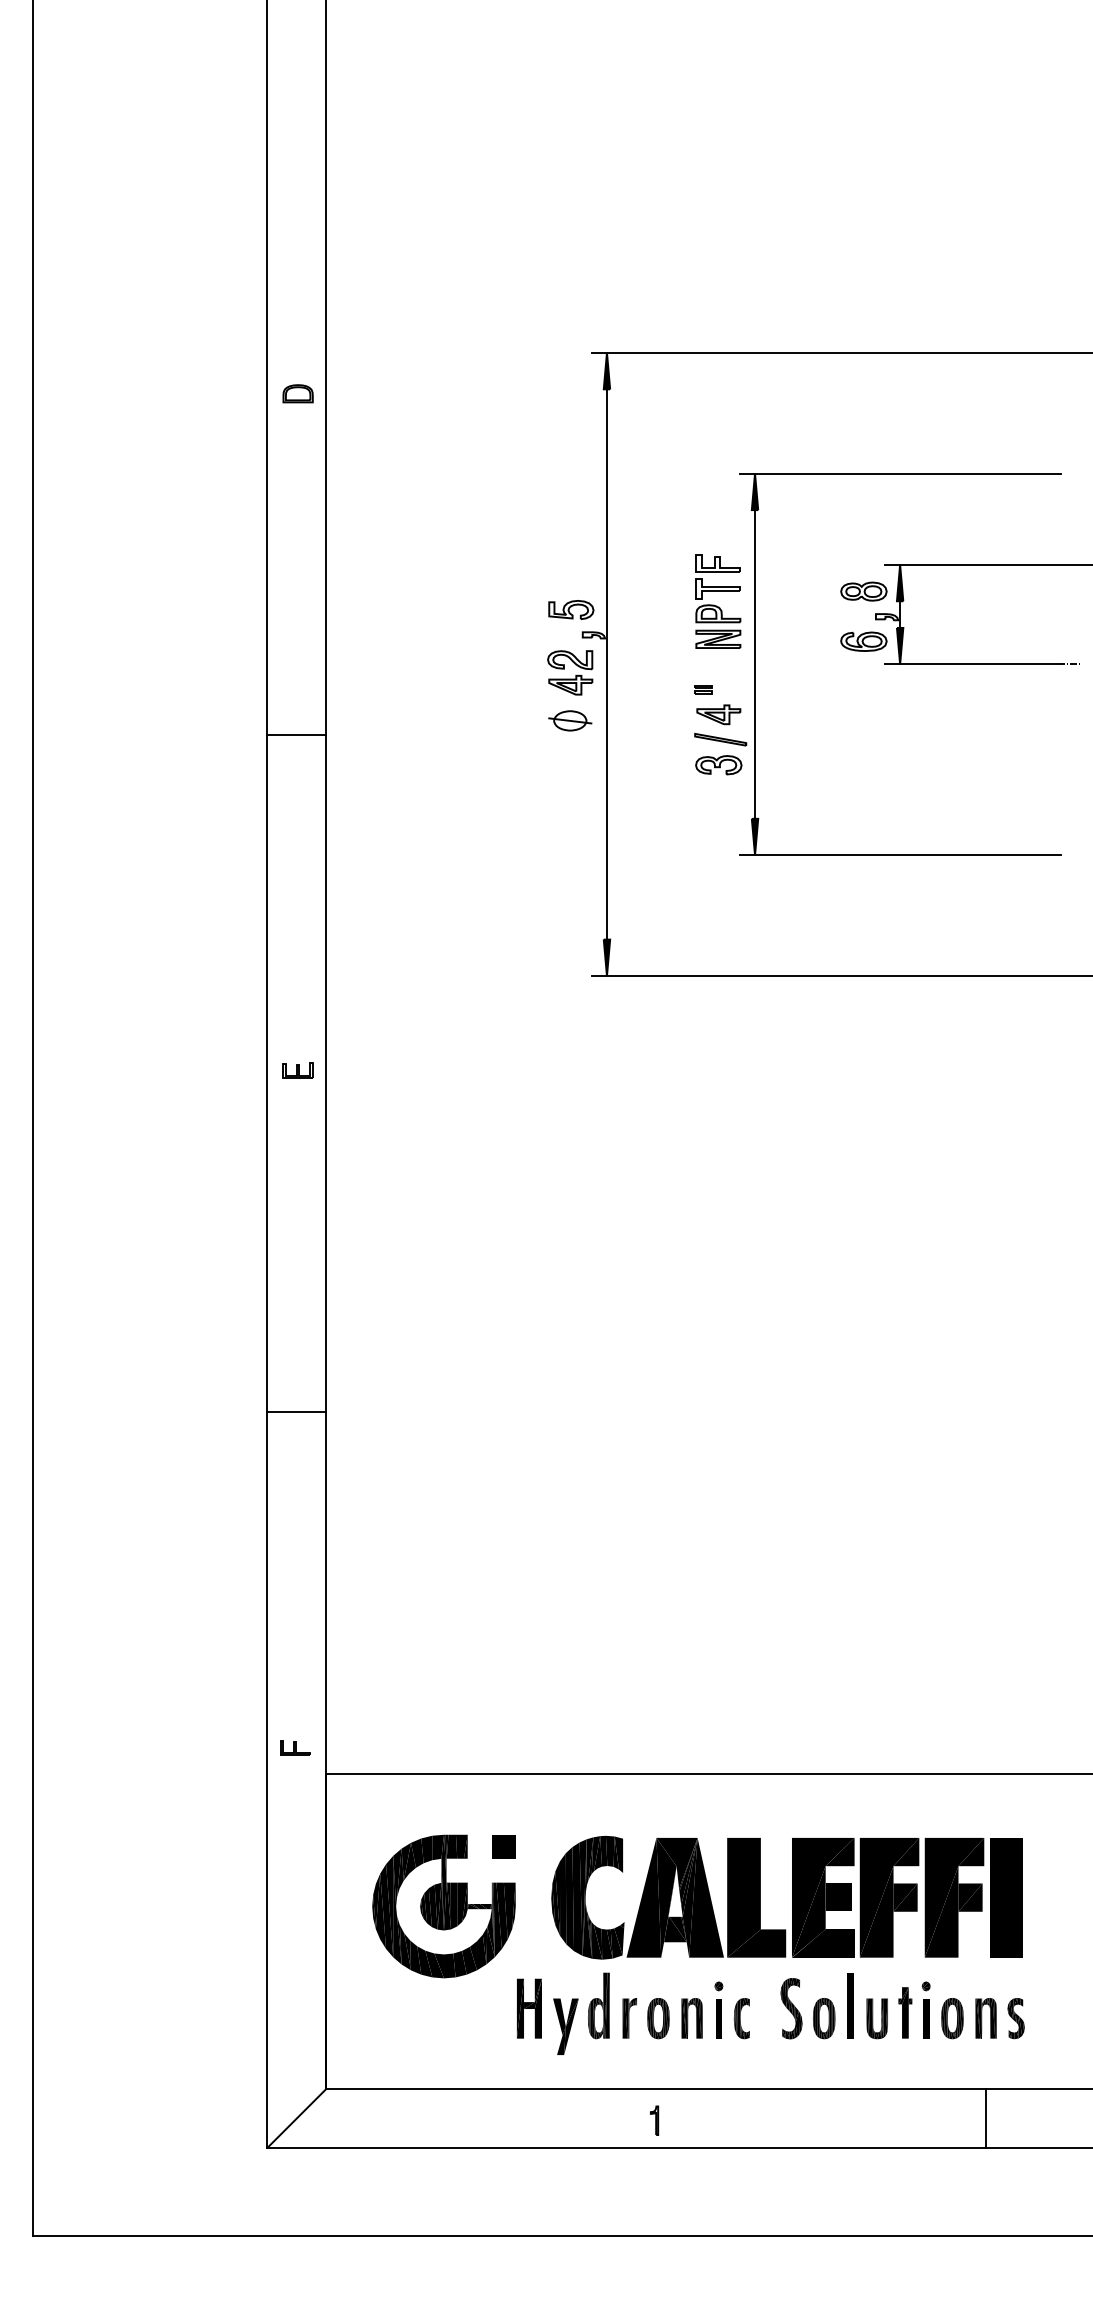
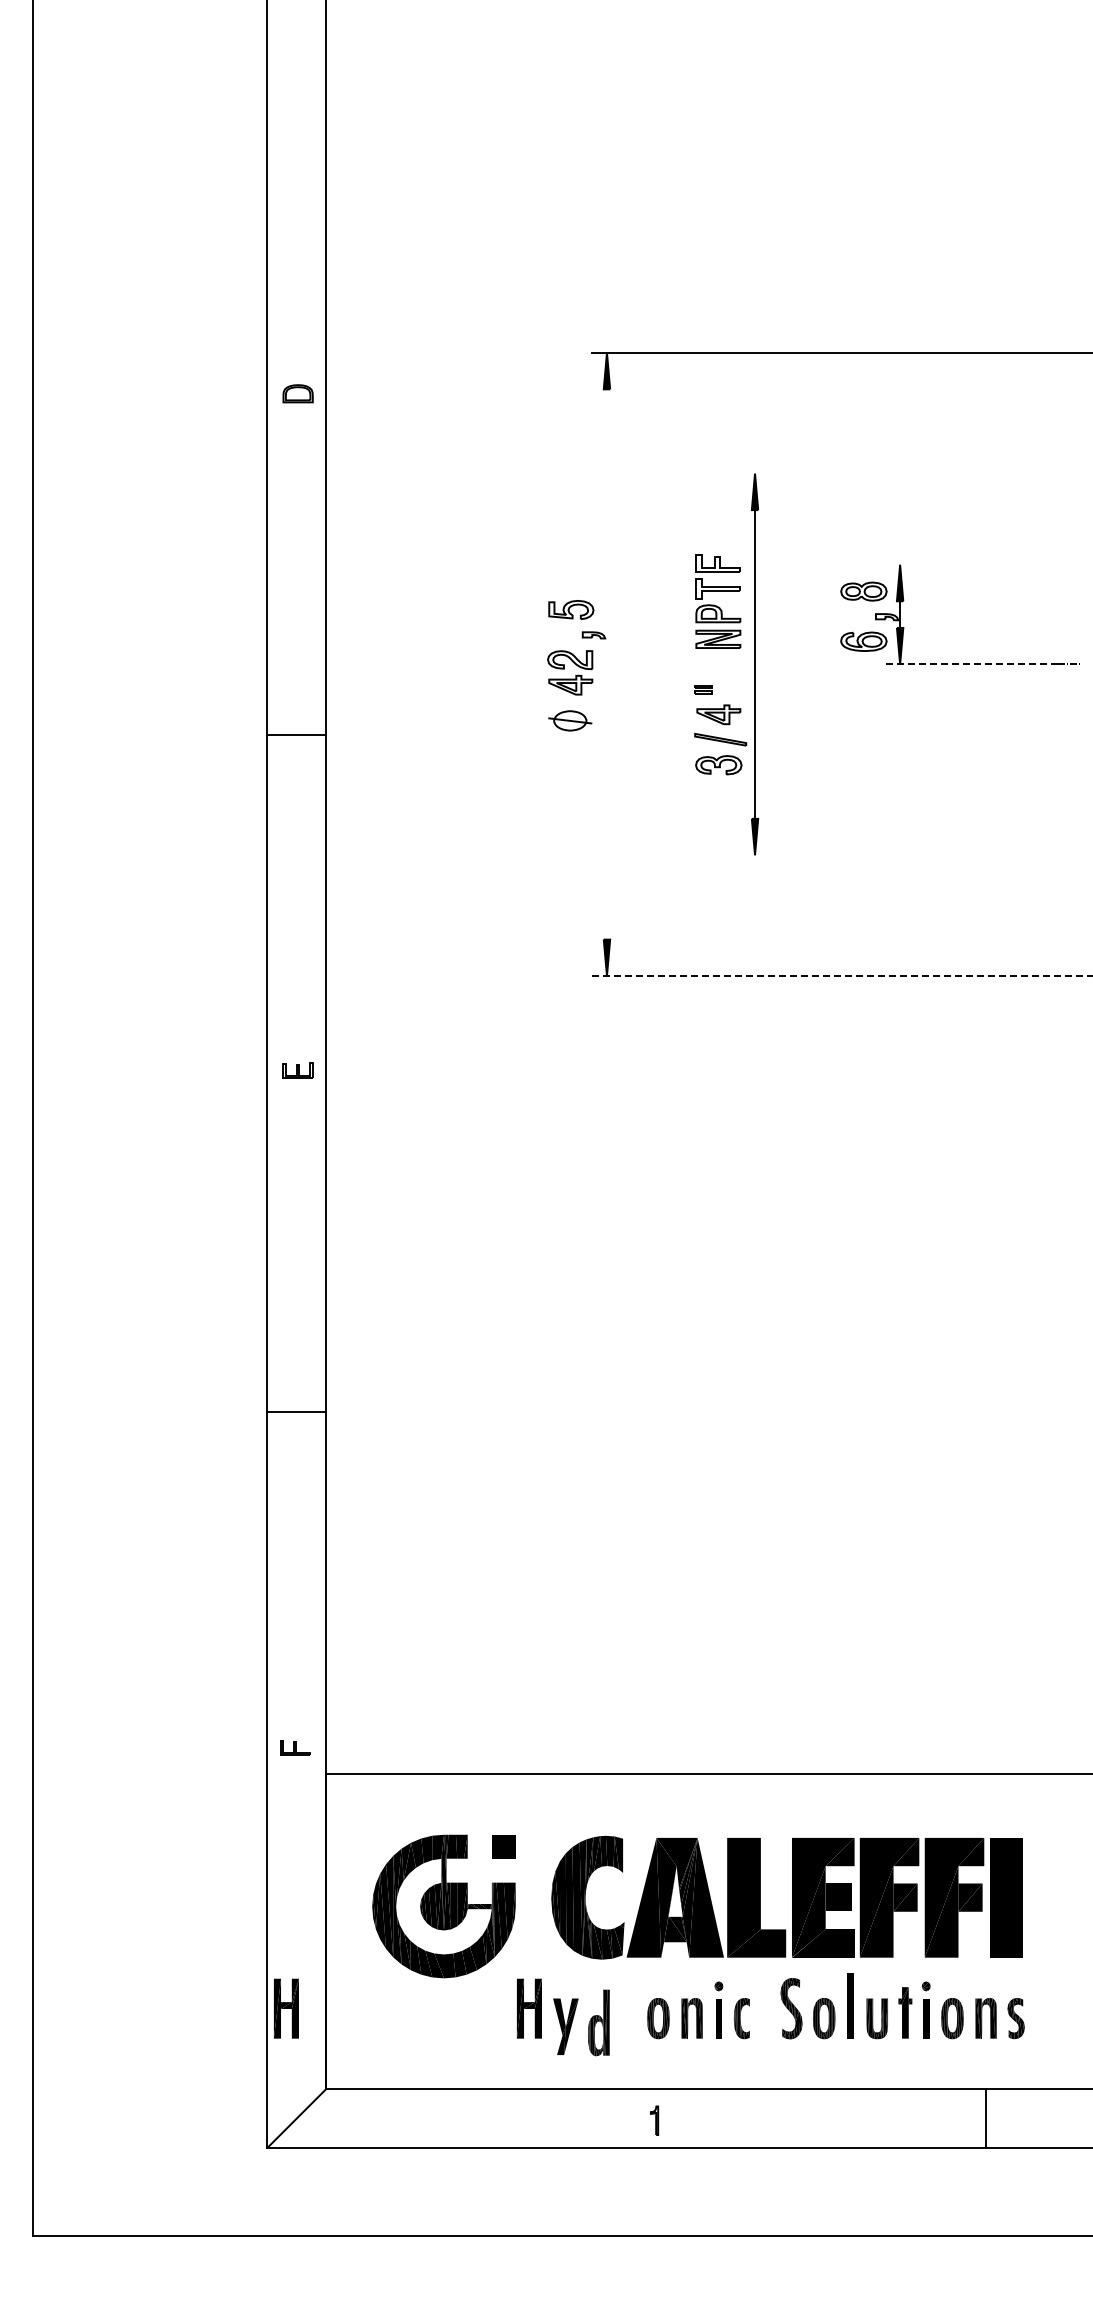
line at (900, 473): present -> none
line at (987, 564): present -> none
line at (606, 664): present -> none
line at (971, 664): solid -> dashed
line at (900, 855): present -> none
line at (842, 976): solid -> dashed
part at (598, 2005) position: (598, 2005) -> (598, 2022)
part at (286, 2008): none -> present
part at (629, 2018): present -> none
